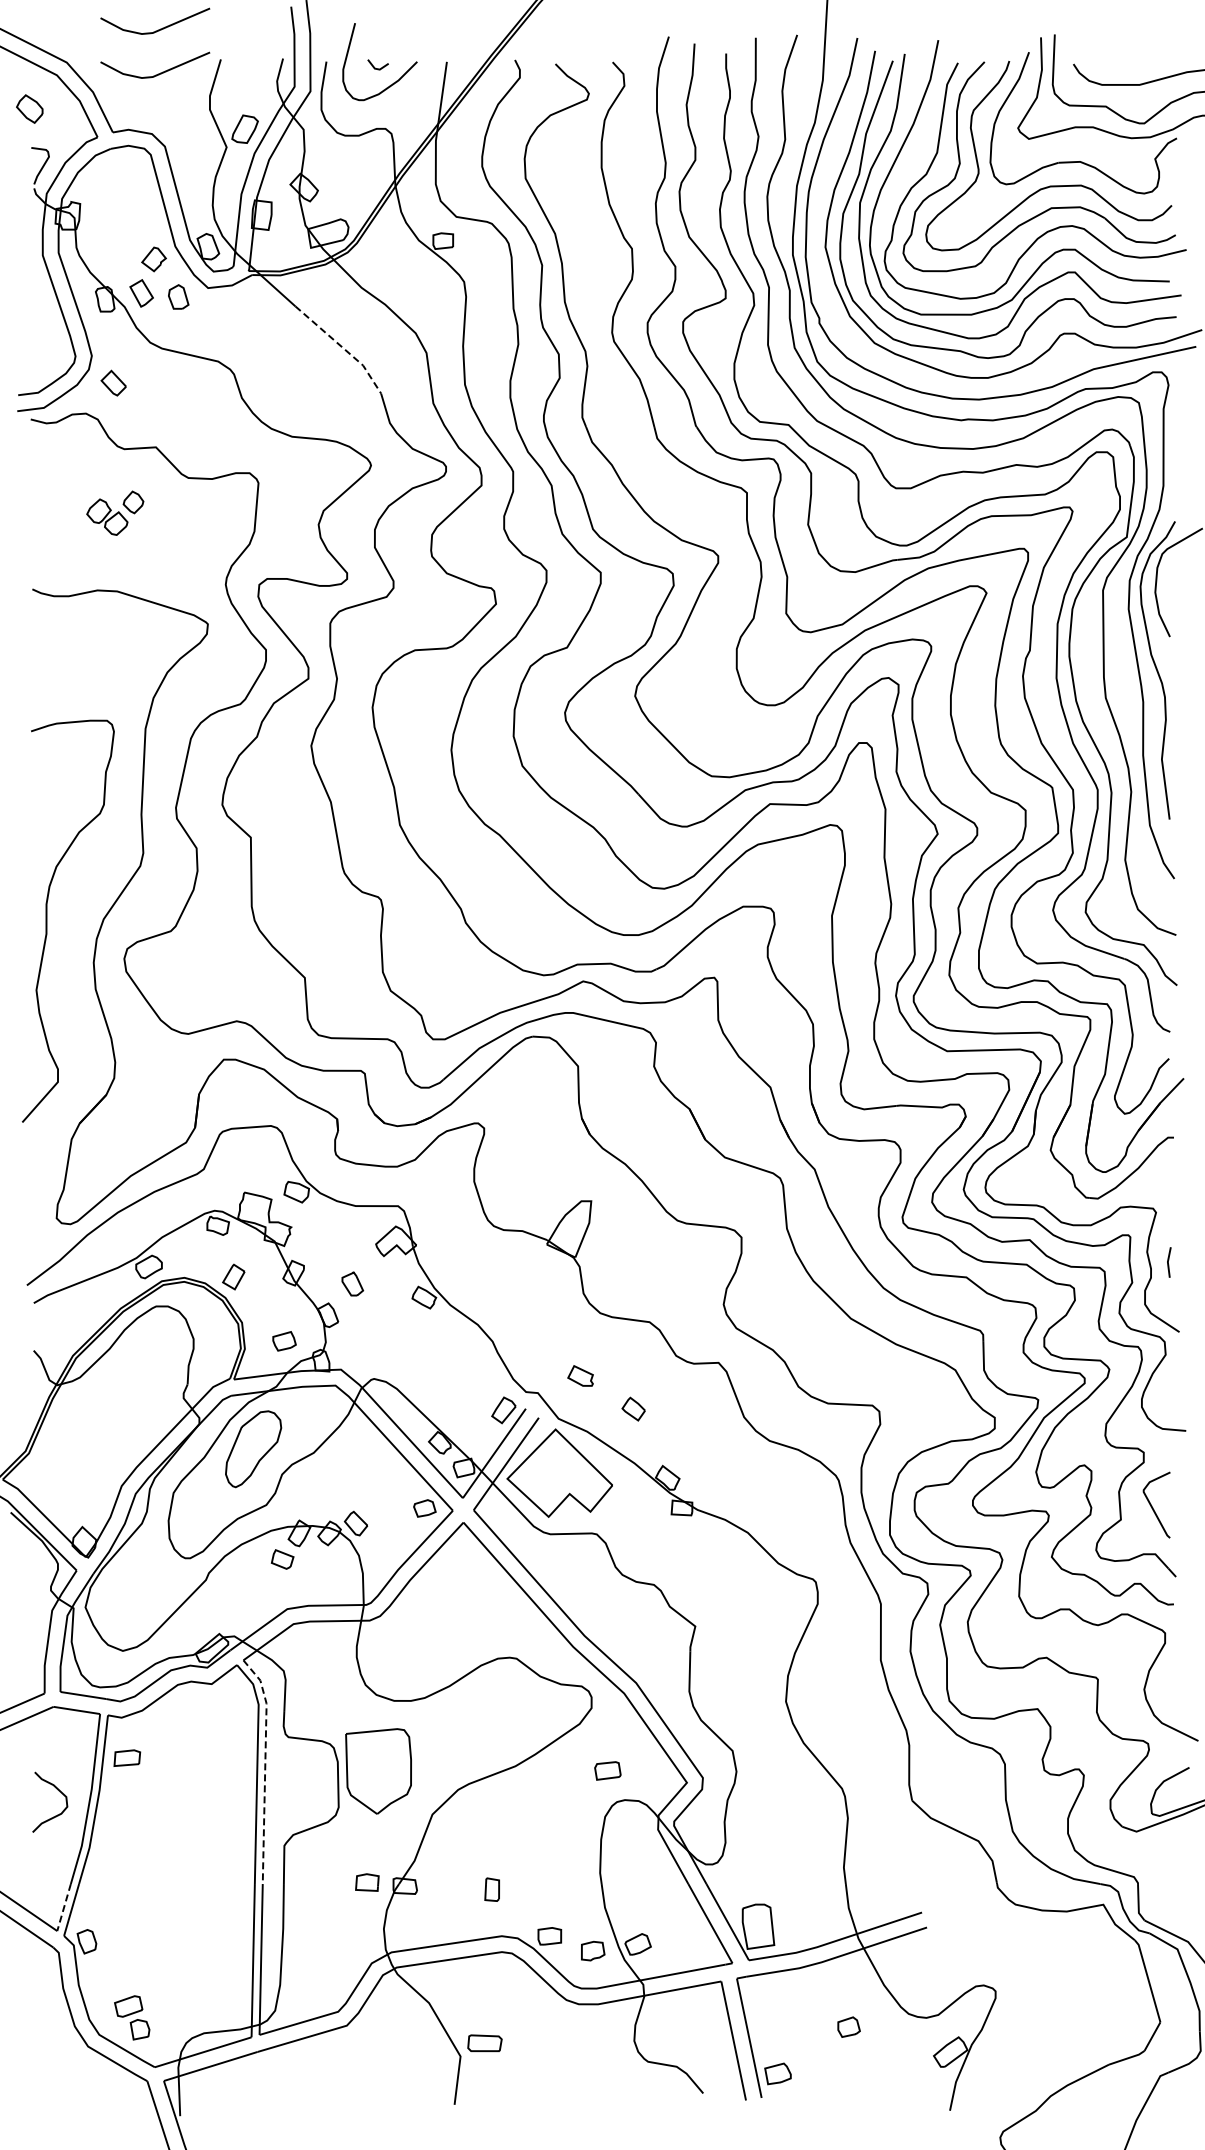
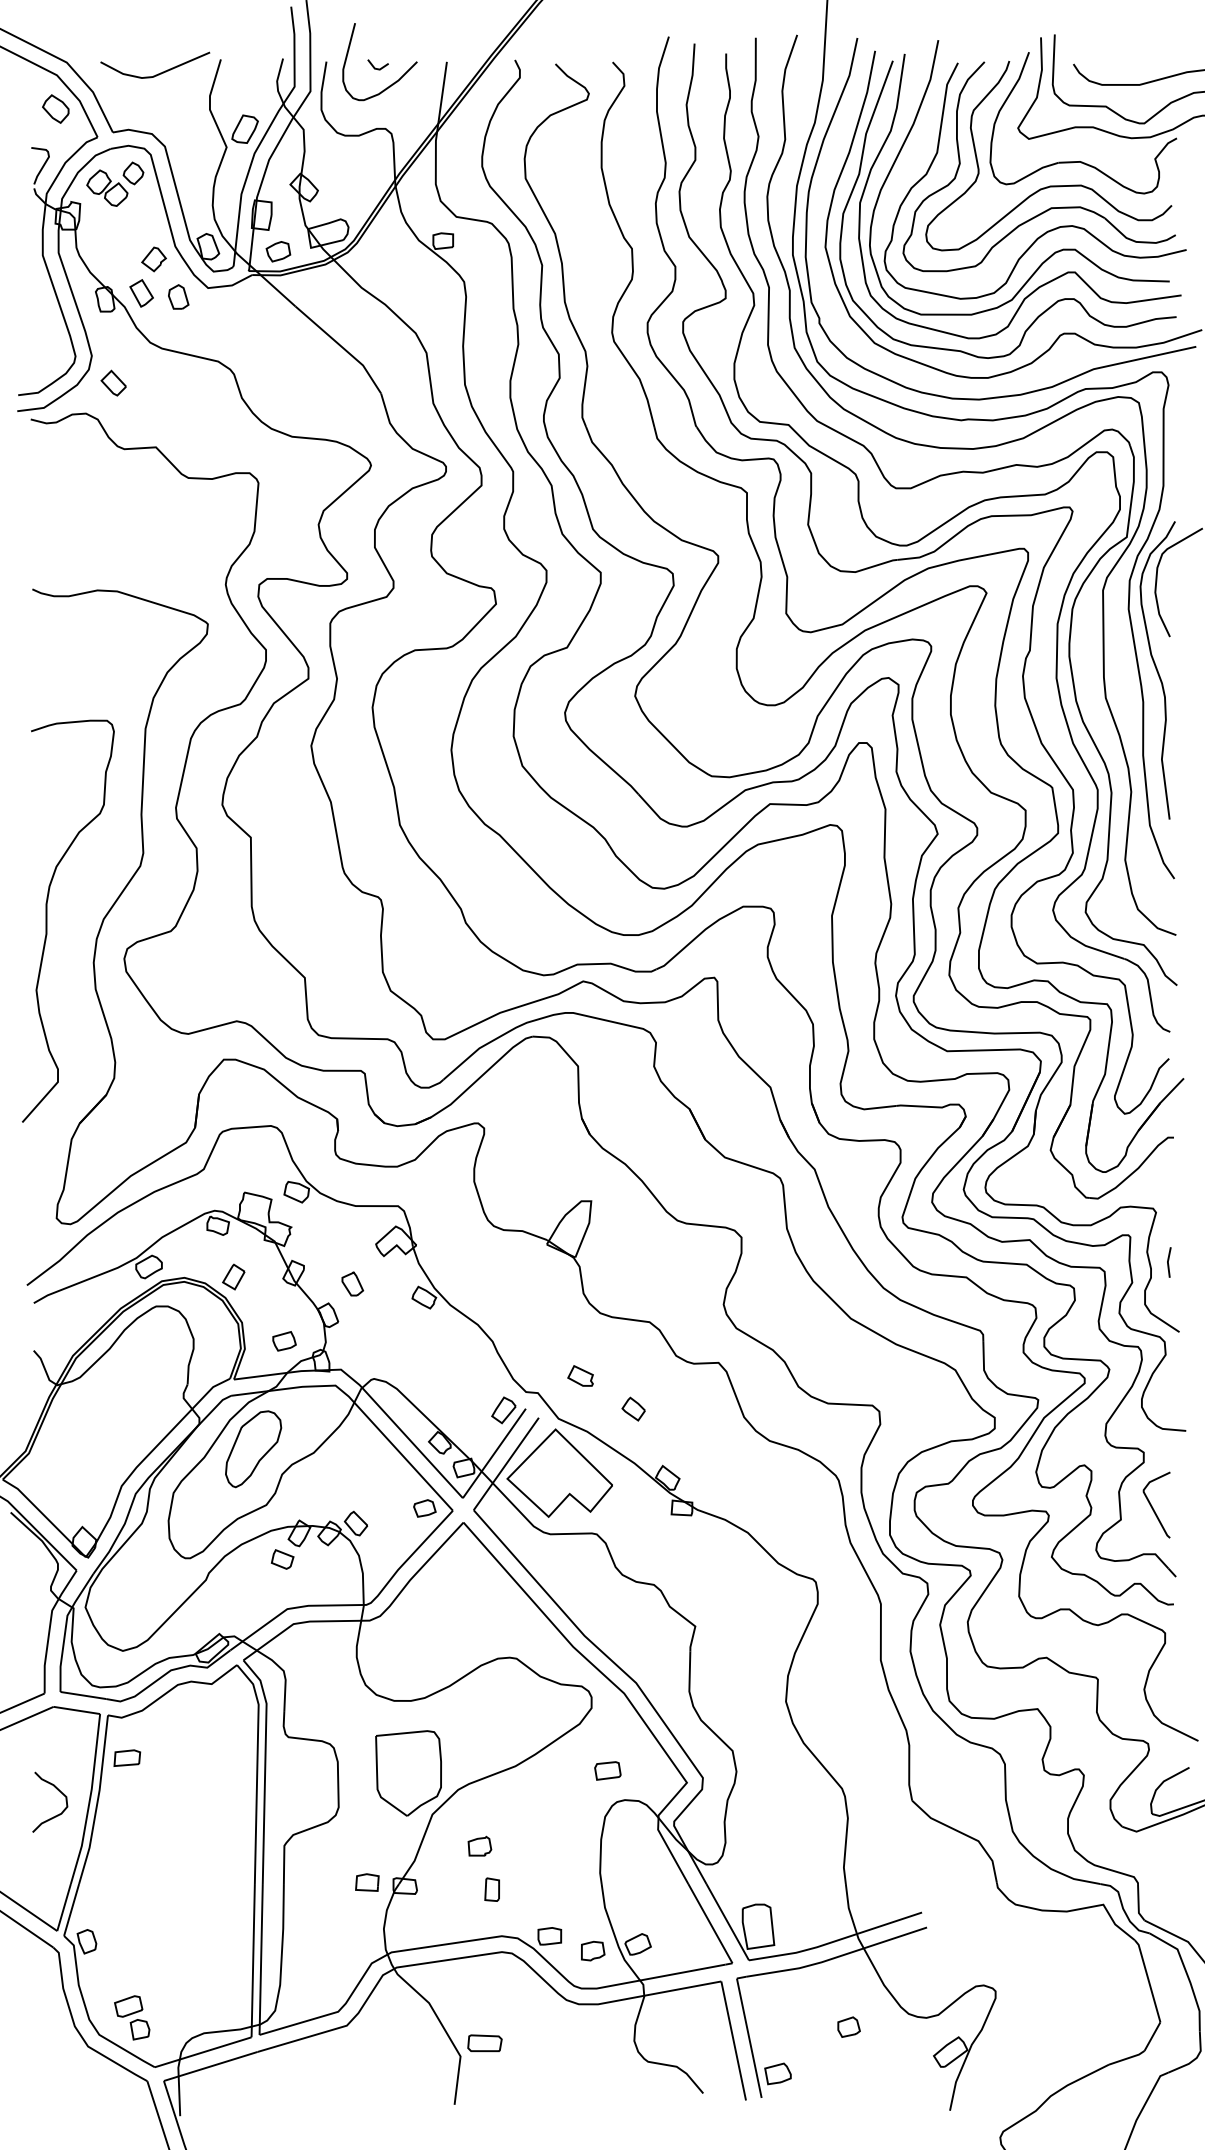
line at (160, 28): present -> none
part at (29, 108) position: (29, 108) -> (55, 108)
part at (278, 251): none -> present
line at (342, 347): dashed -> solid
part at (115, 512) position: (115, 512) -> (115, 183)
line at (265, 1767): dashed -> solid
part at (378, 1771) position: (378, 1771) -> (408, 1773)
part at (479, 1845): none -> present
line at (64, 1907): dashed -> solid
